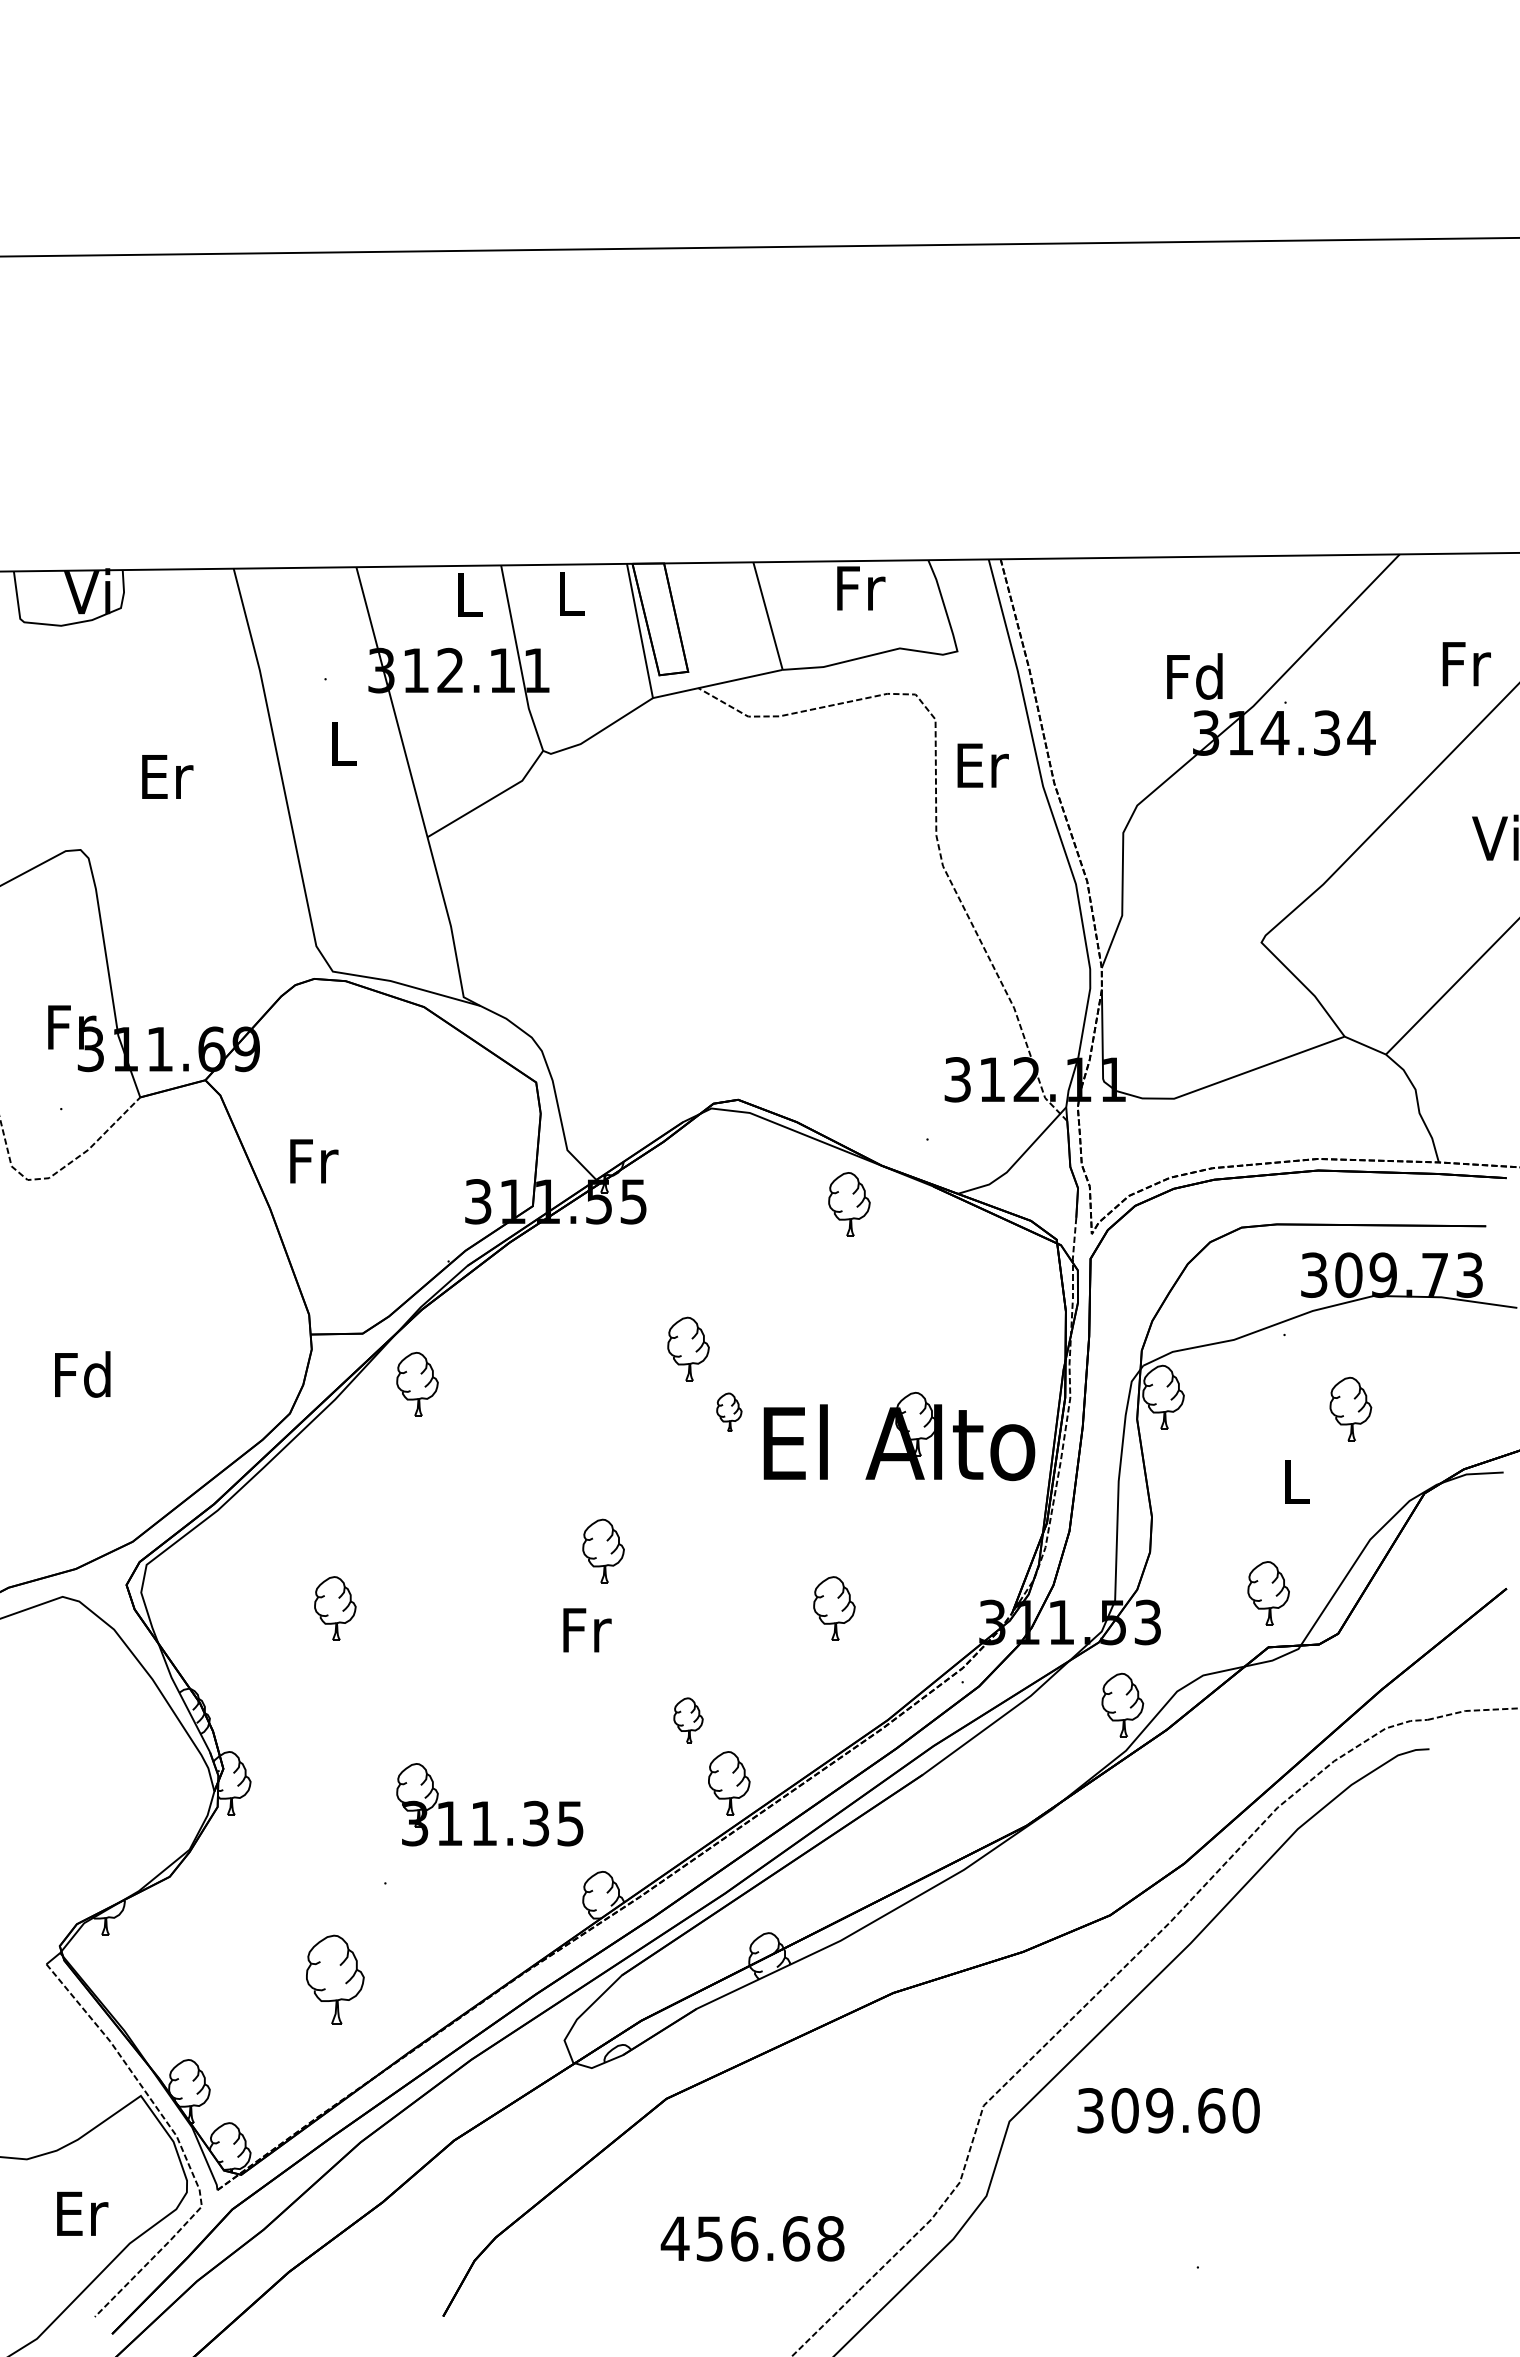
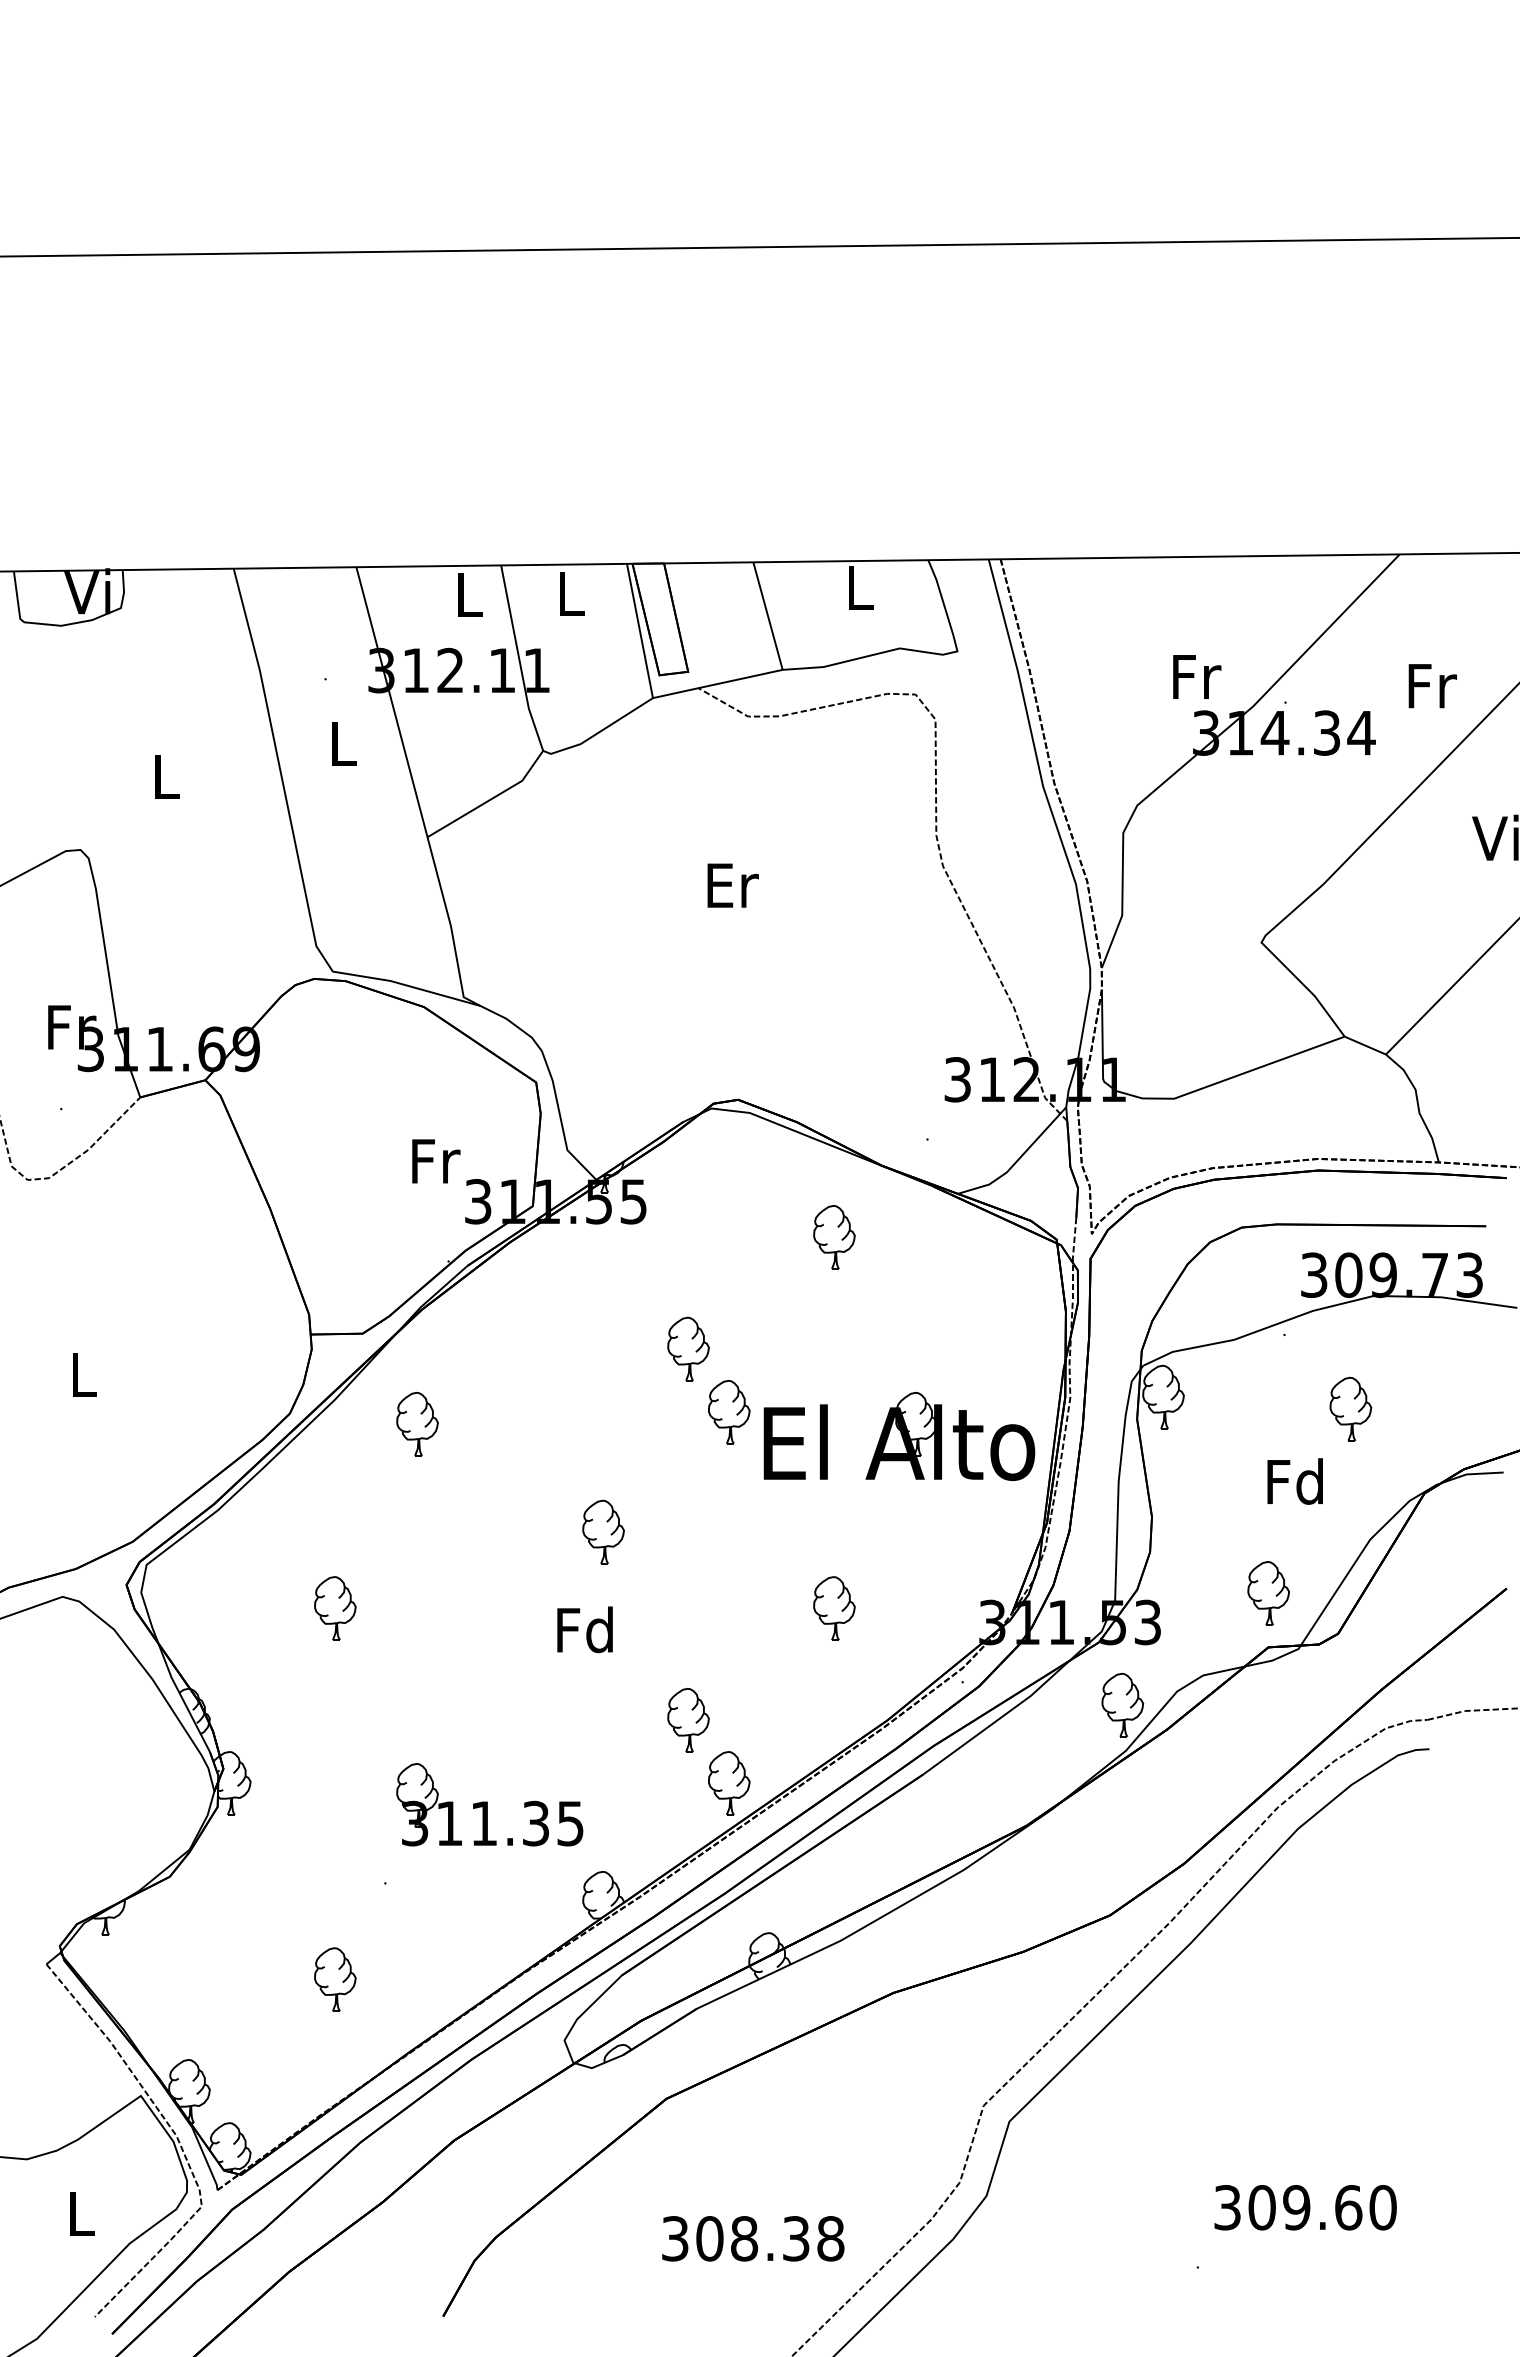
text at (861, 588): Fr -> L
text at (1466, 664) position: (1466, 664) -> (1432, 686)
text at (1194, 676): Fd -> Fr
text at (982, 765) position: (982, 765) -> (732, 885)
text at (167, 776): Er -> L
text at (314, 1161) position: (314, 1161) -> (436, 1161)
part at (849, 1204) position: (849, 1204) -> (834, 1237)
text at (82, 1374): Fd -> L
part at (417, 1383) position: (417, 1383) -> (417, 1423)
part at (729, 1411) size: 27x40 px -> 43x65 px
text at (1294, 1481): L -> Fd
part at (603, 1550) position: (603, 1550) -> (603, 1531)
text at (584, 1629): Fr -> Fd
part at (688, 1720) size: 31x47 px -> 43x65 px
part at (335, 1979) size: 59x91 px -> 43x65 px
text at (1168, 2110) position: (1168, 2110) -> (1305, 2207)
text at (82, 2213): Er -> L
text at (735, 2238): 456.68 -> 308.38
